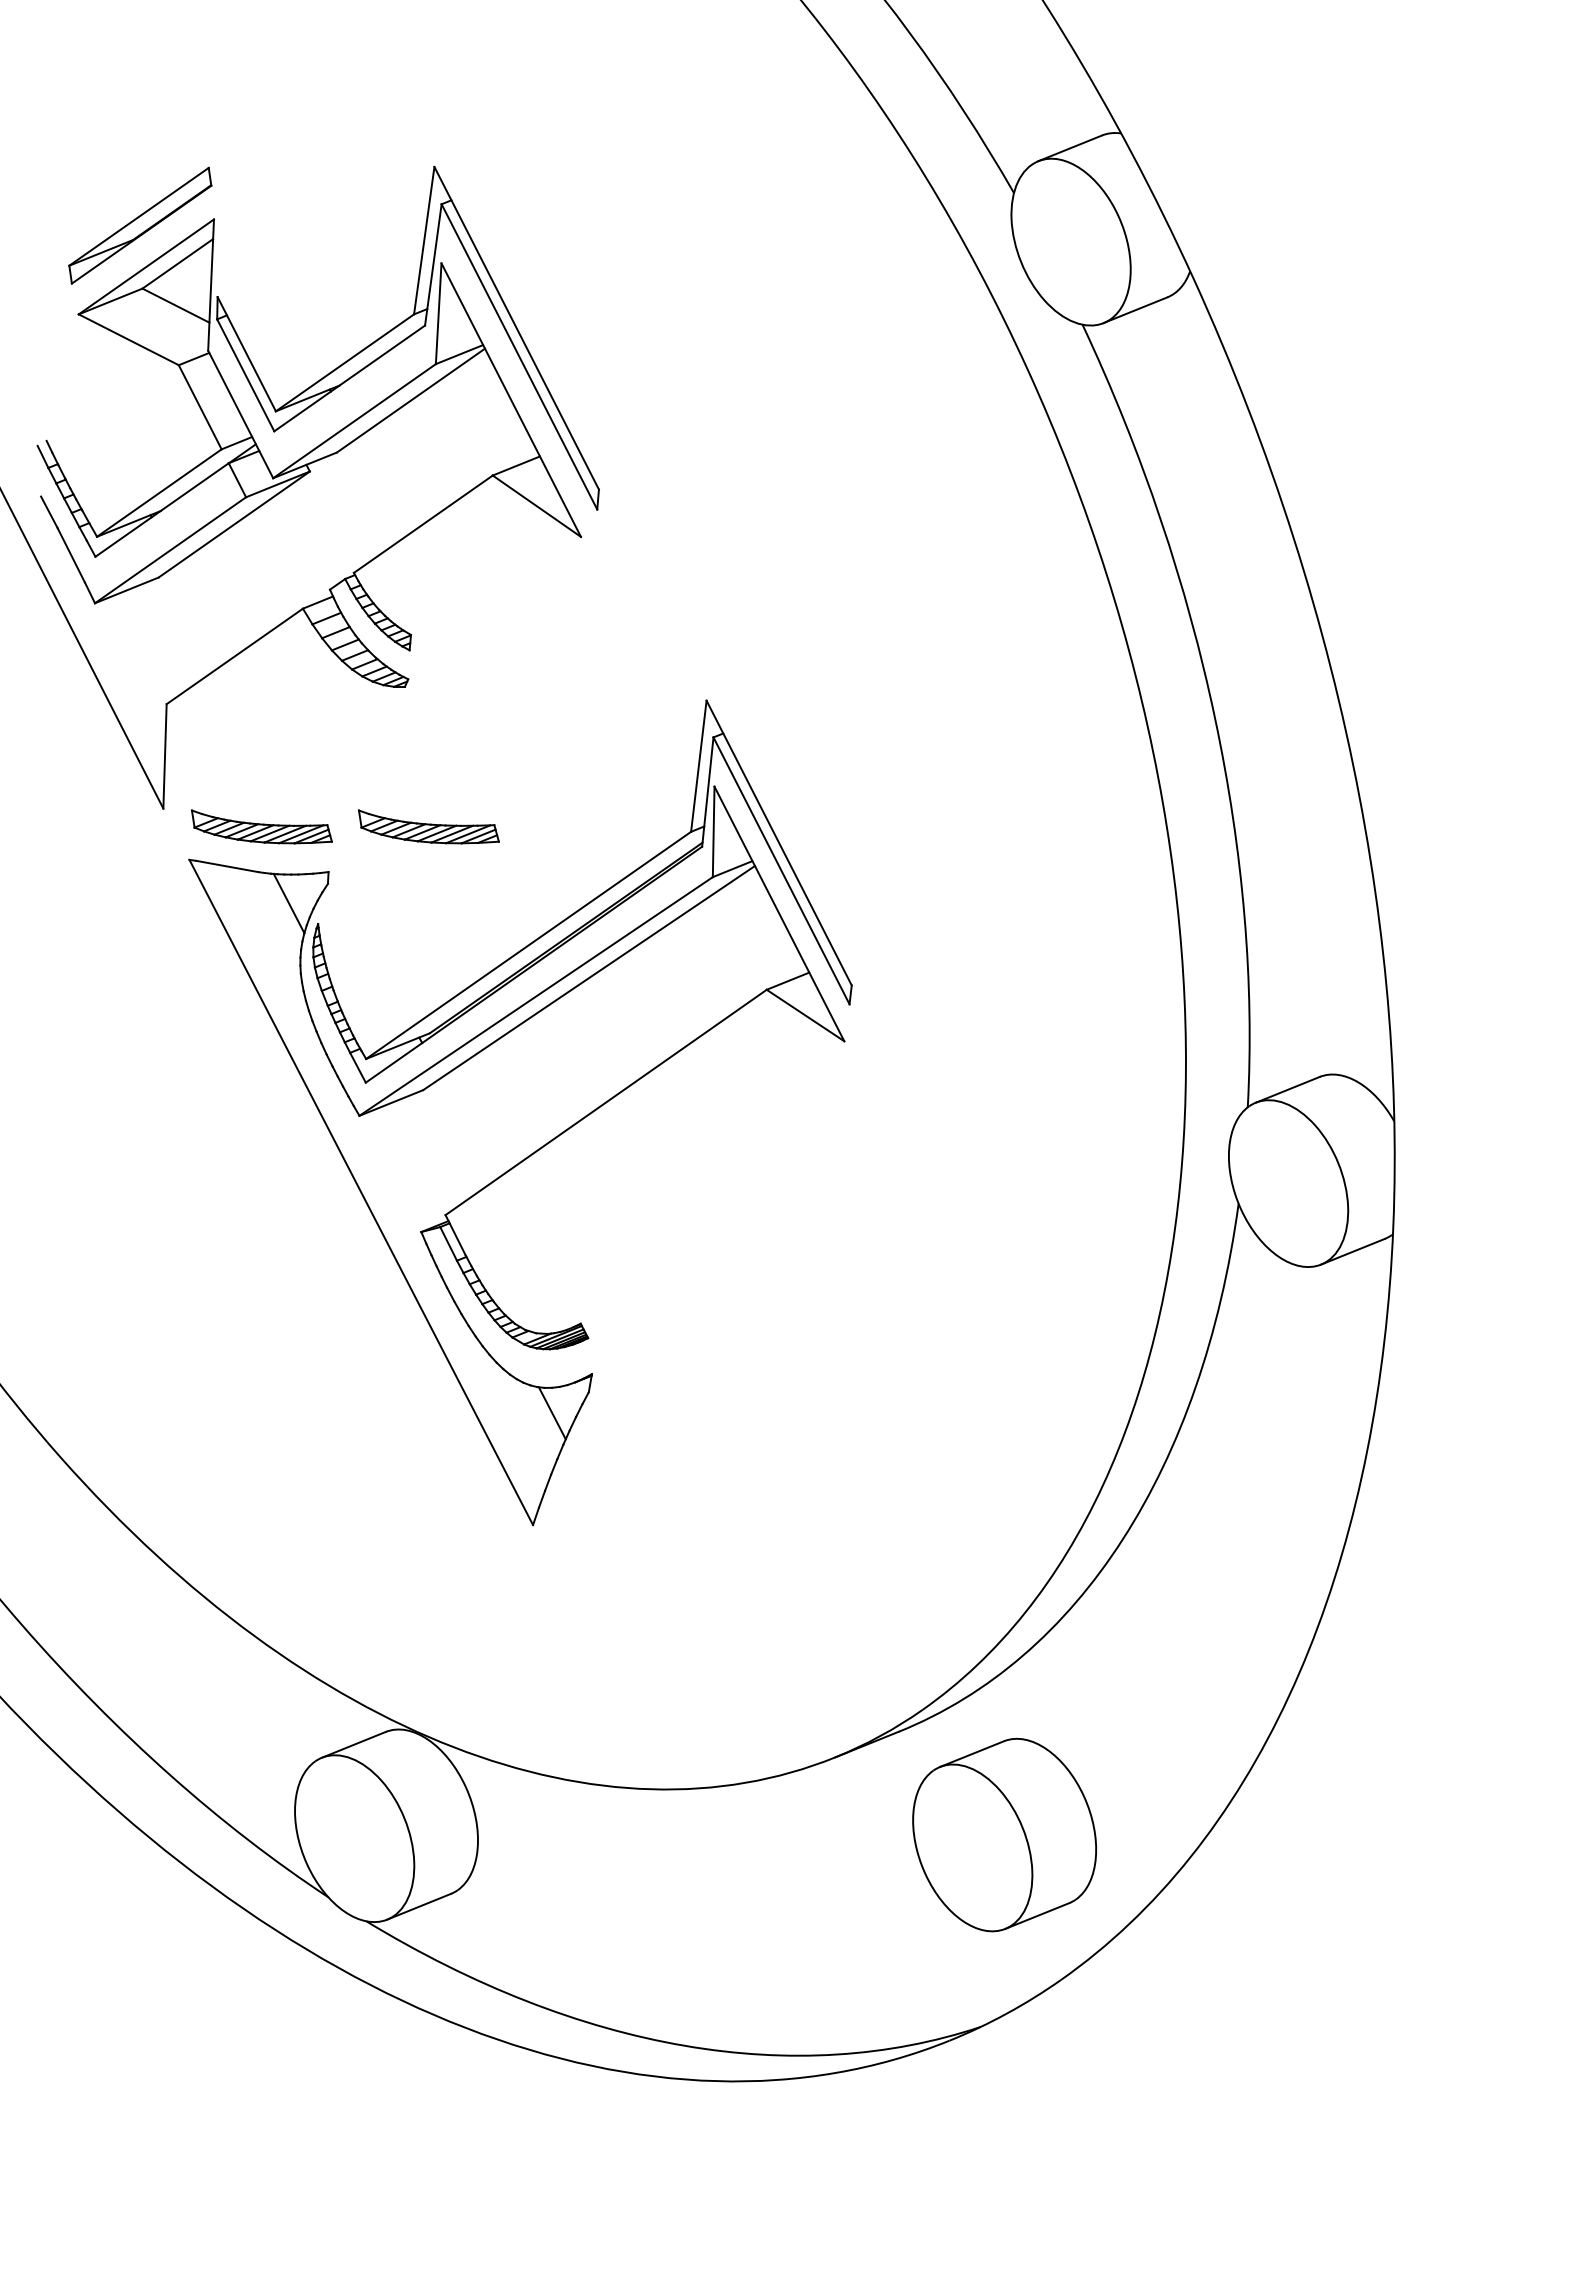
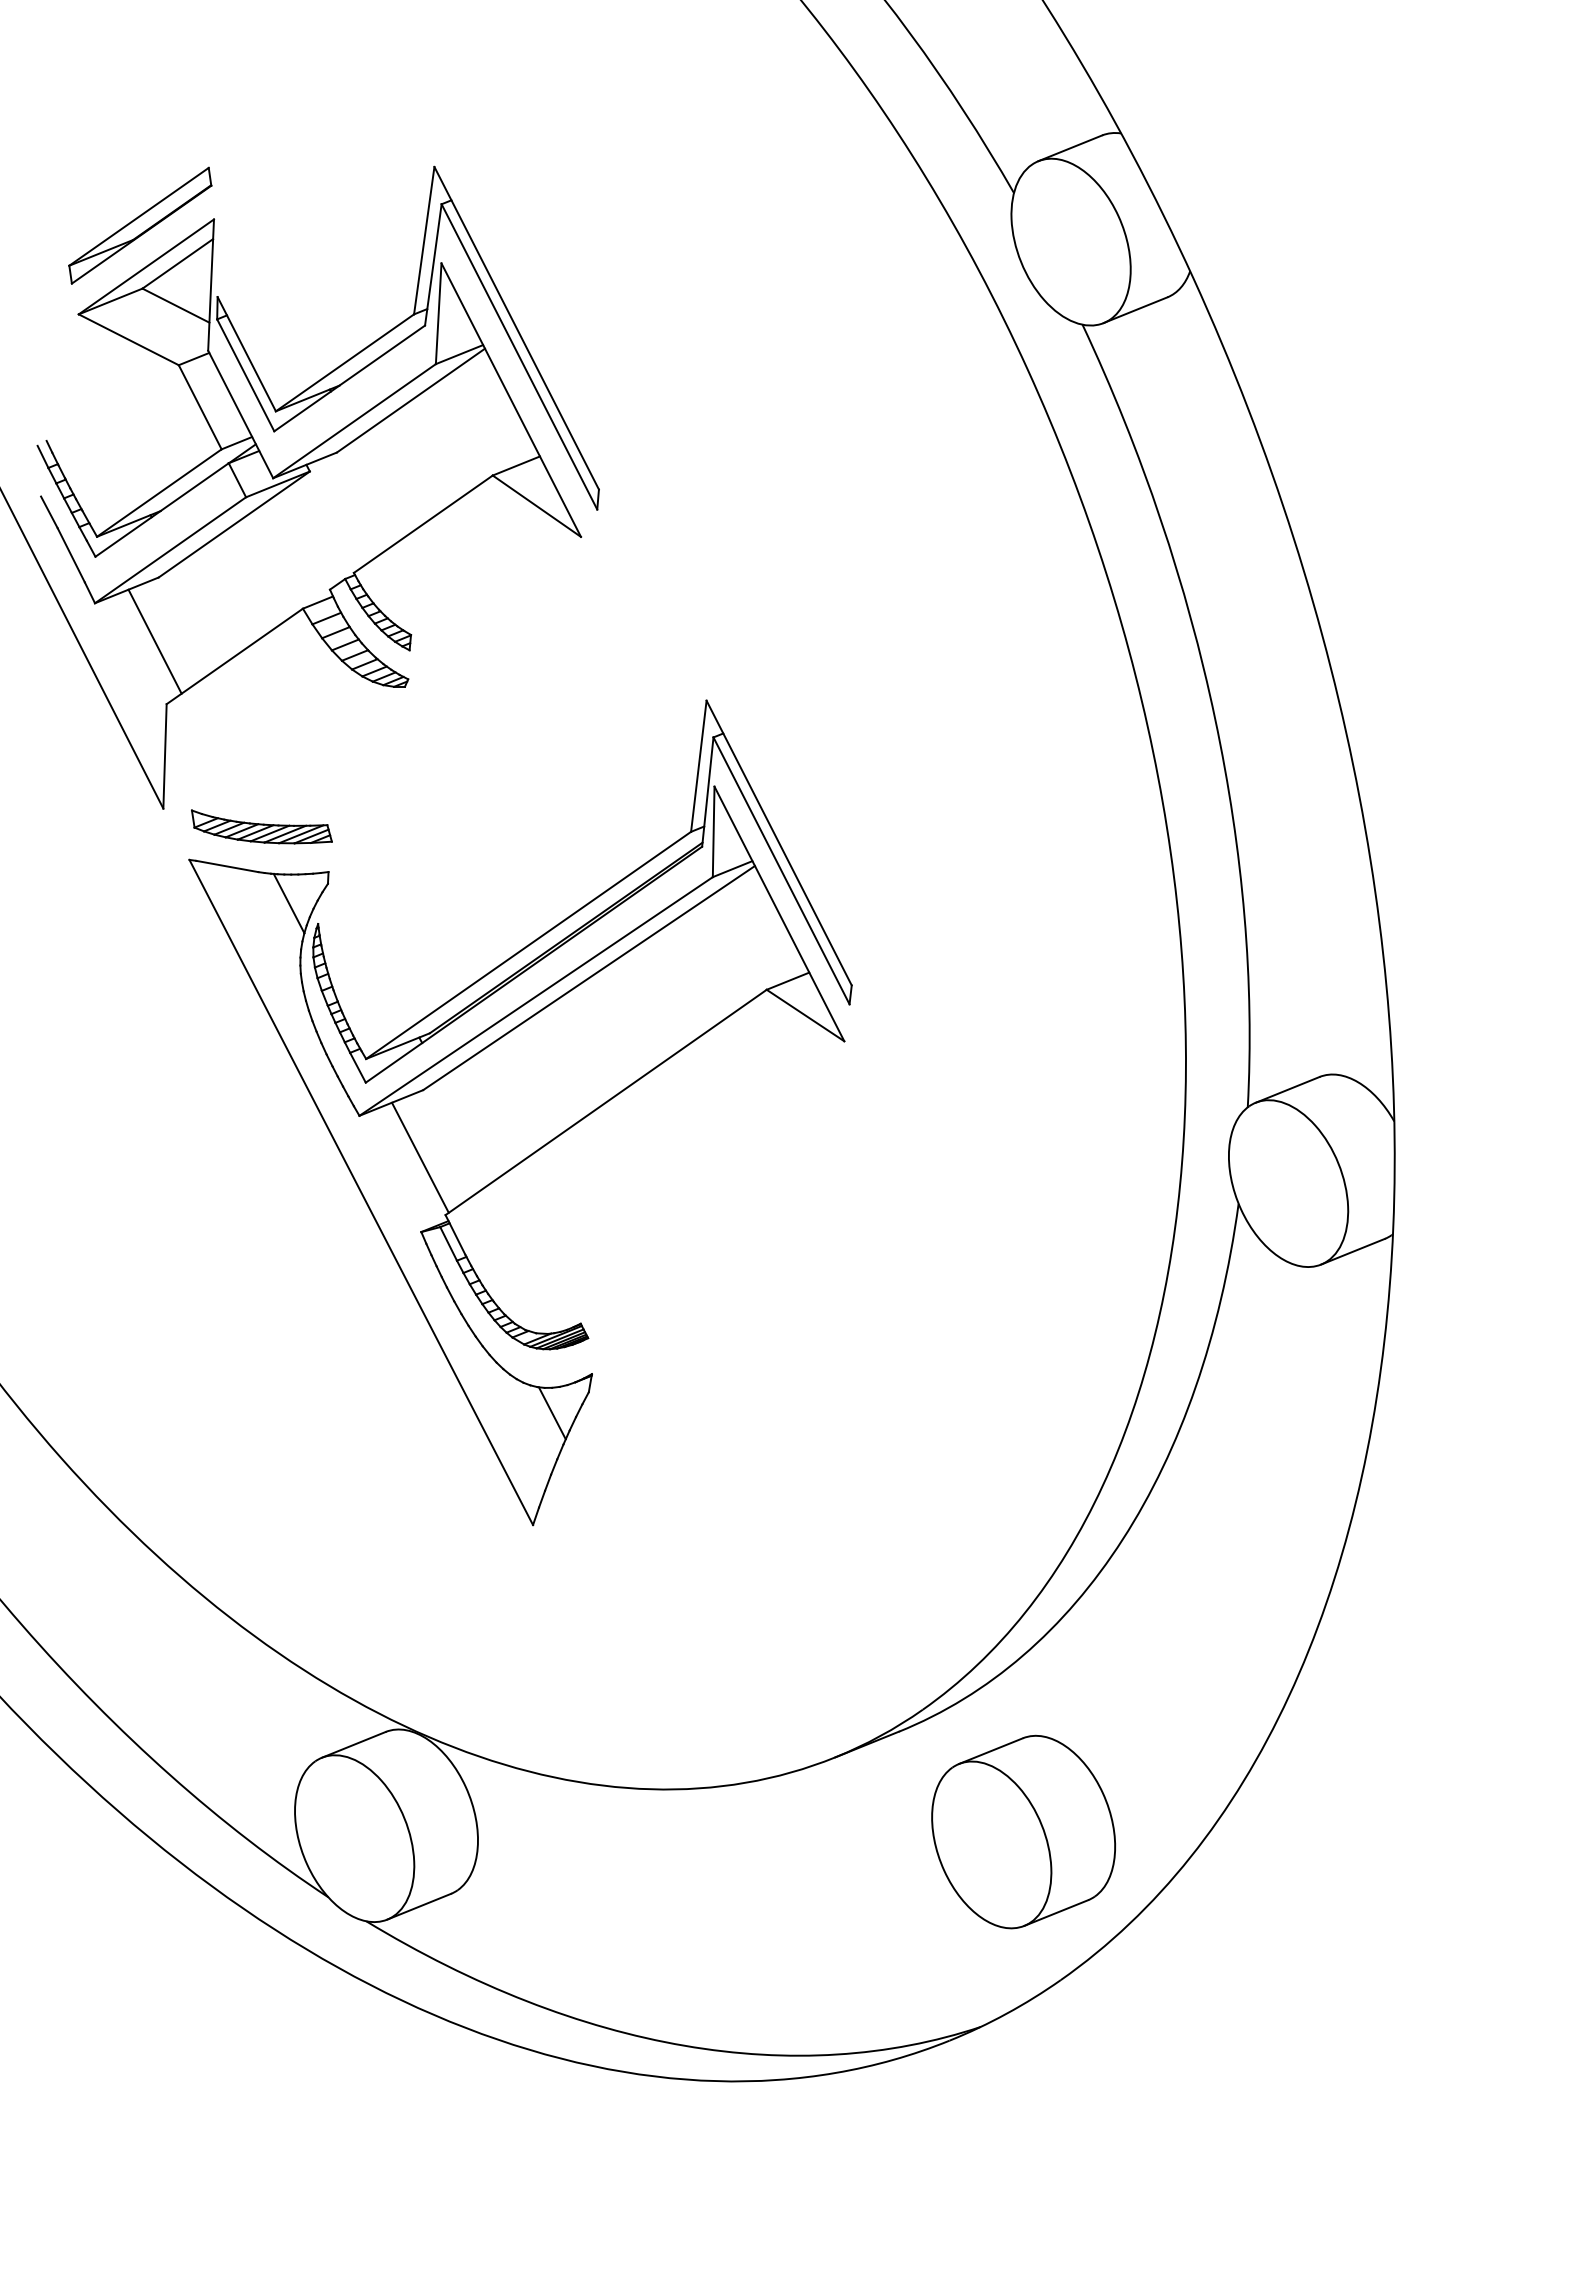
line at (154, 641): none -> present
part at (428, 826): present -> none
line at (419, 1157): none -> present
part at (1004, 1834) position: (1004, 1834) -> (1023, 1831)
